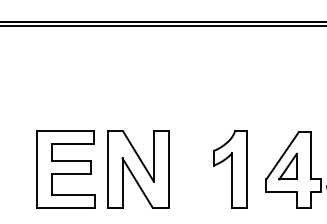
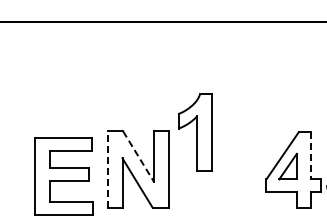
line at (162, 25): present -> none
line at (138, 156): solid -> dashed
line at (311, 156): solid -> dashed
part at (65, 169) position: (65, 169) -> (63, 176)
line at (107, 169): solid -> dashed
part at (230, 169) position: (230, 169) -> (195, 132)
